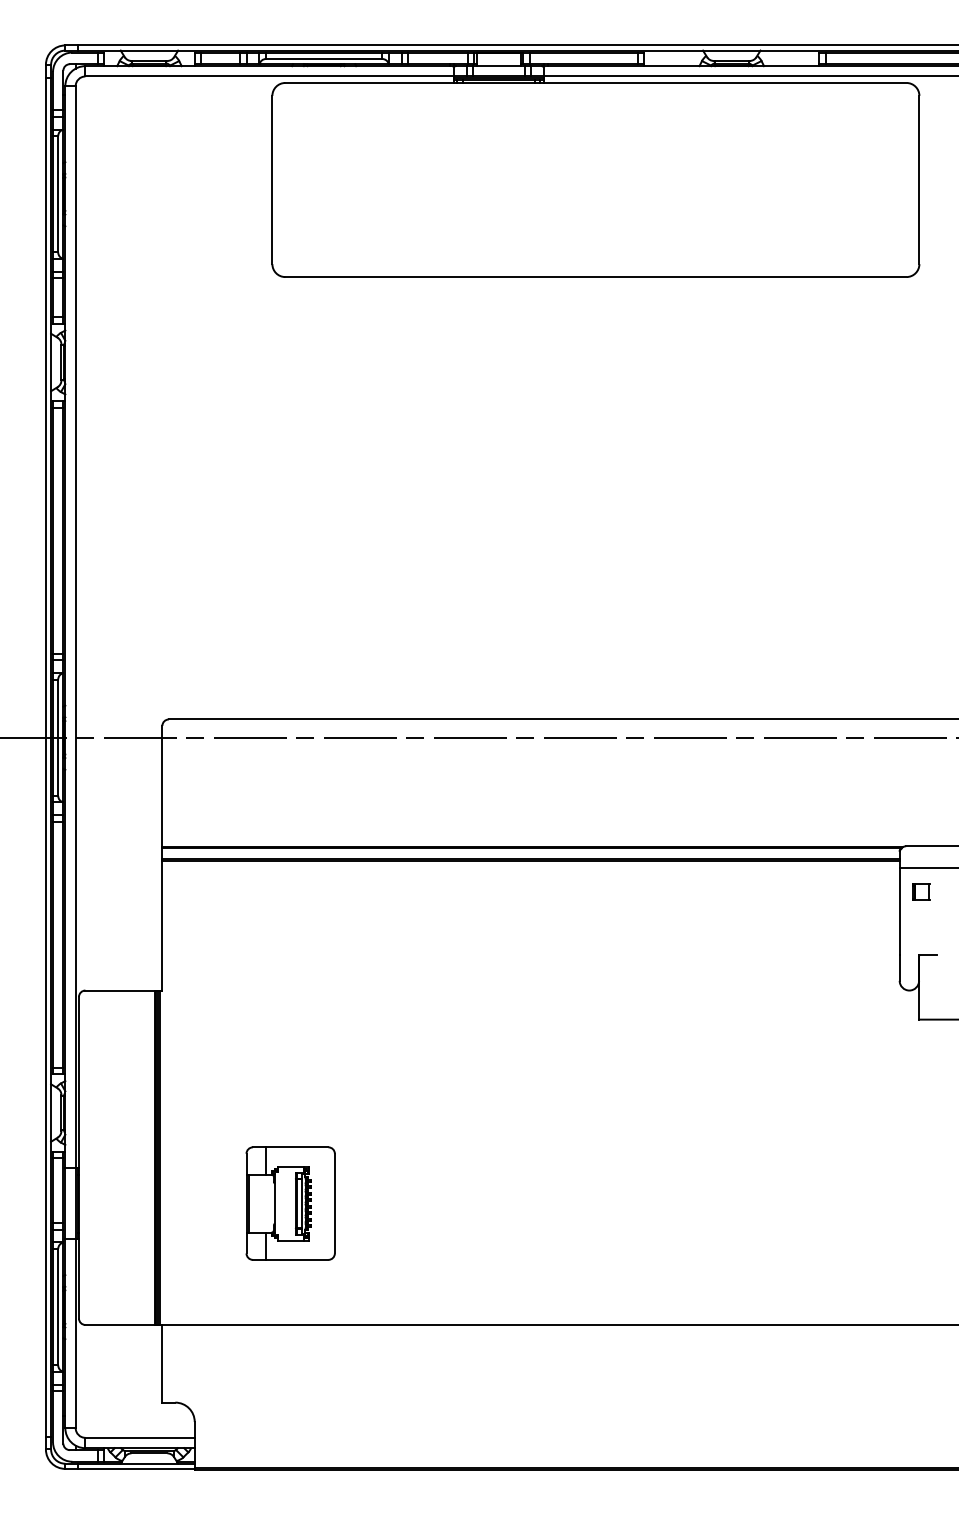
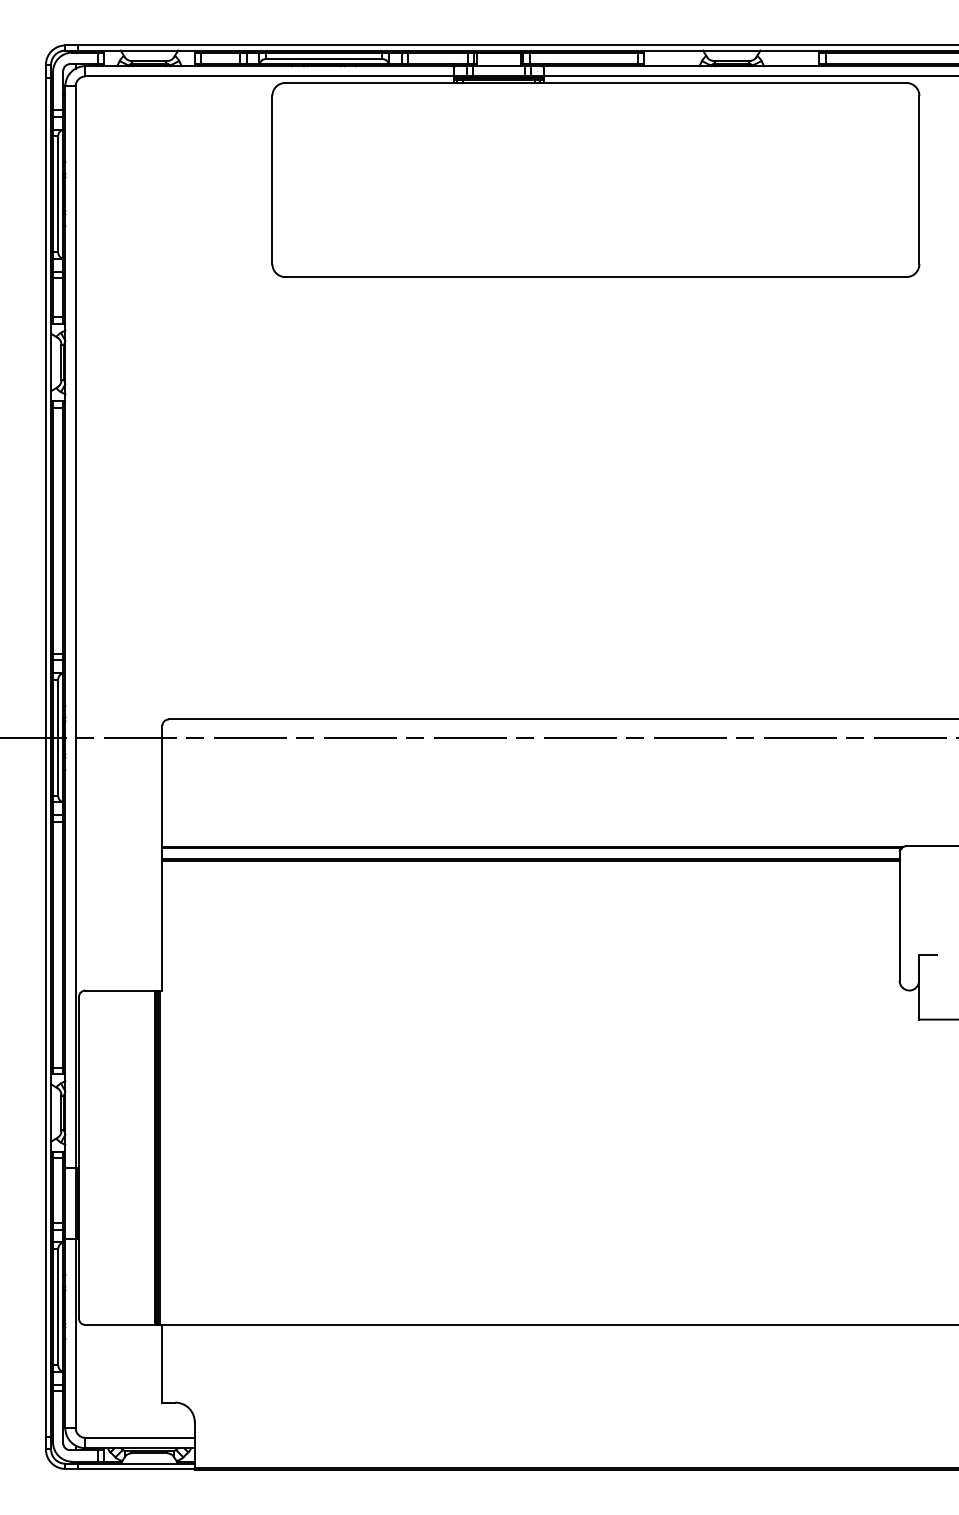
line at (927, 867): present -> none
part at (921, 891): present -> none
part at (290, 1203): present -> none
